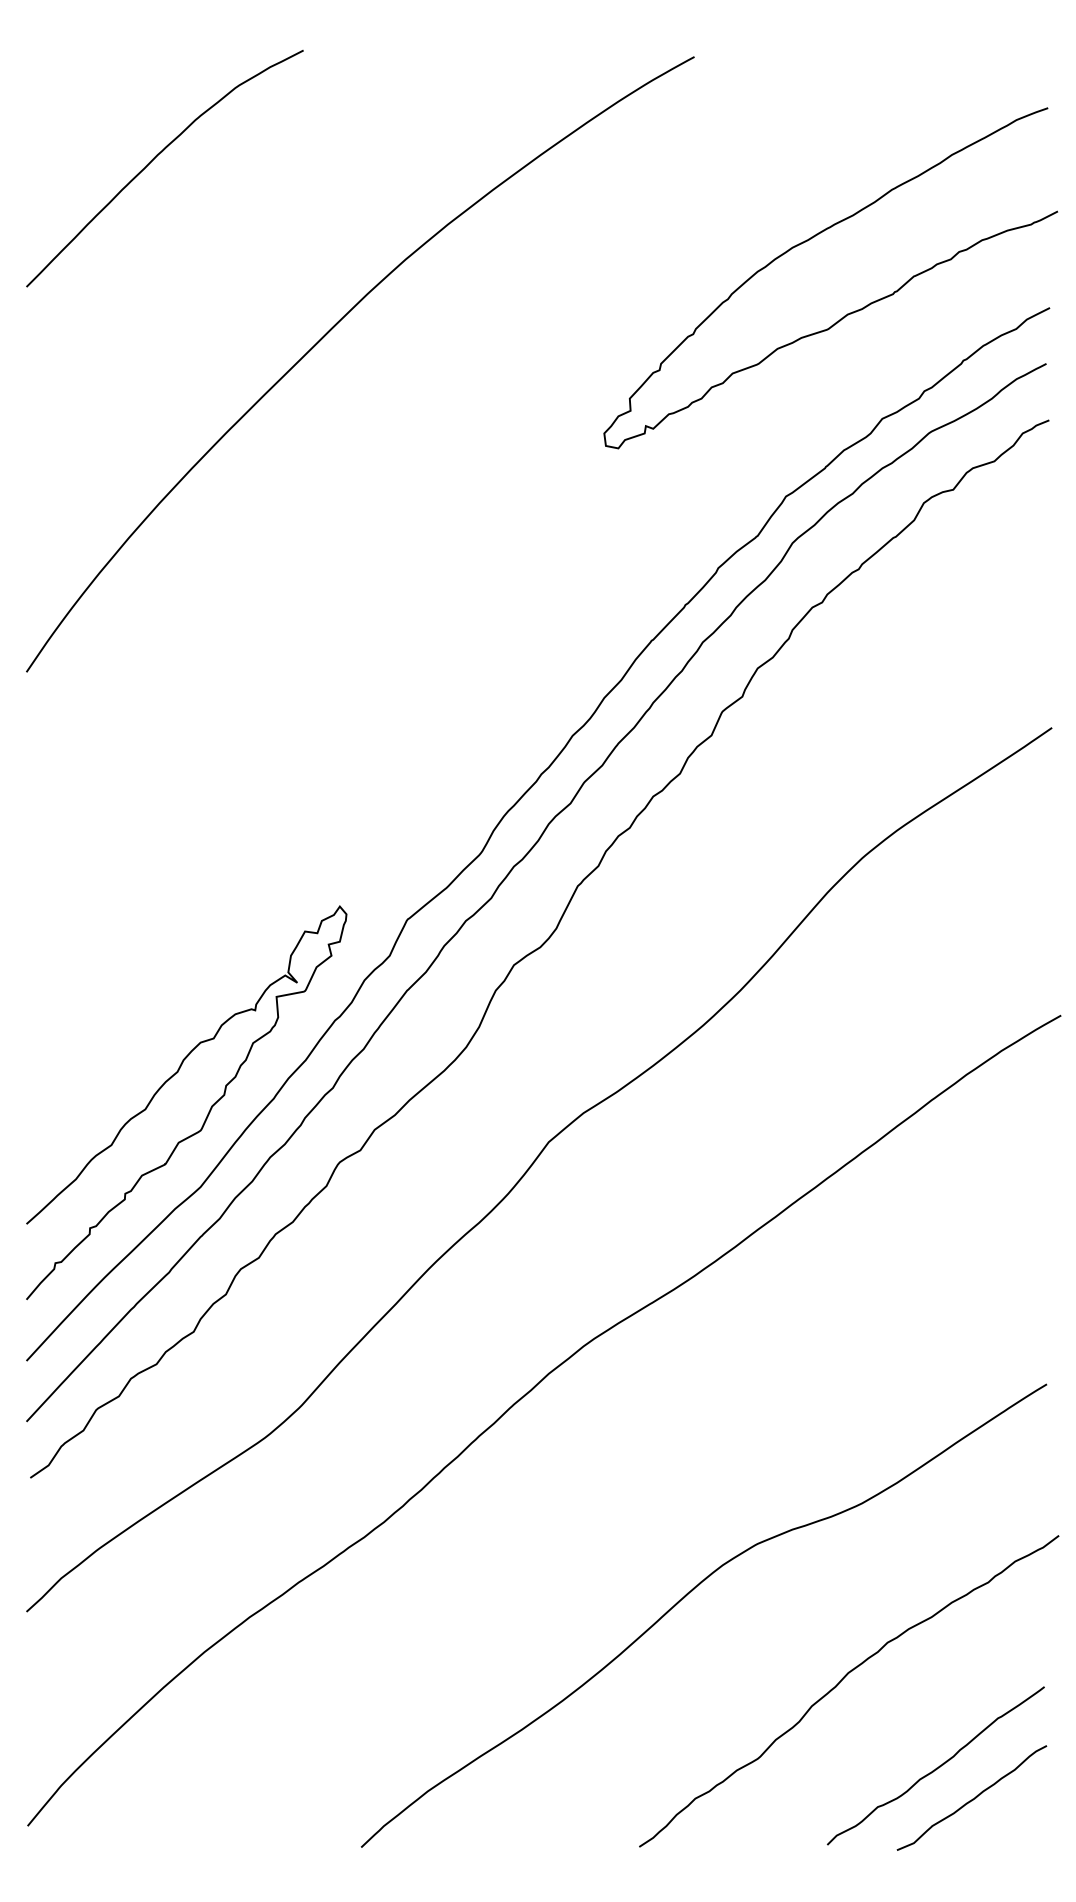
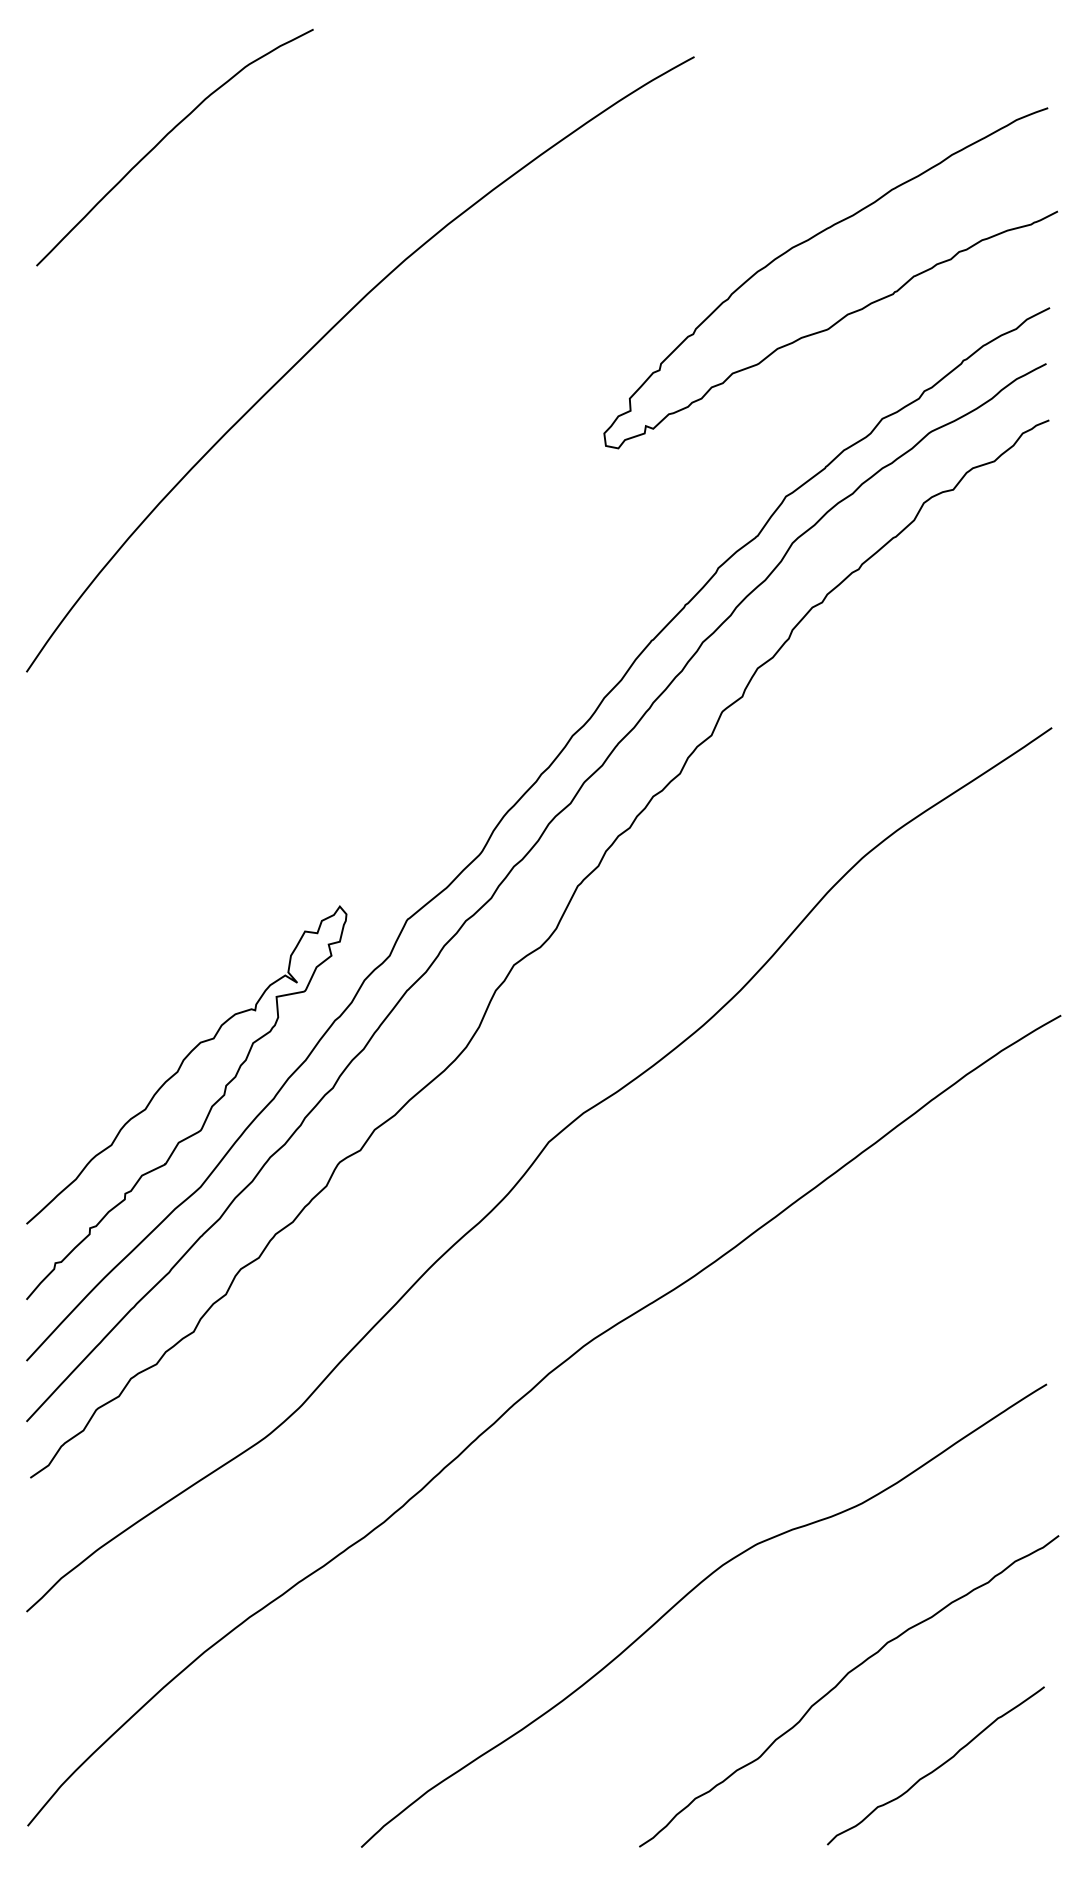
curve at (155, 158) position: (155, 158) -> (165, 137)
curve at (972, 1798): present -> none
